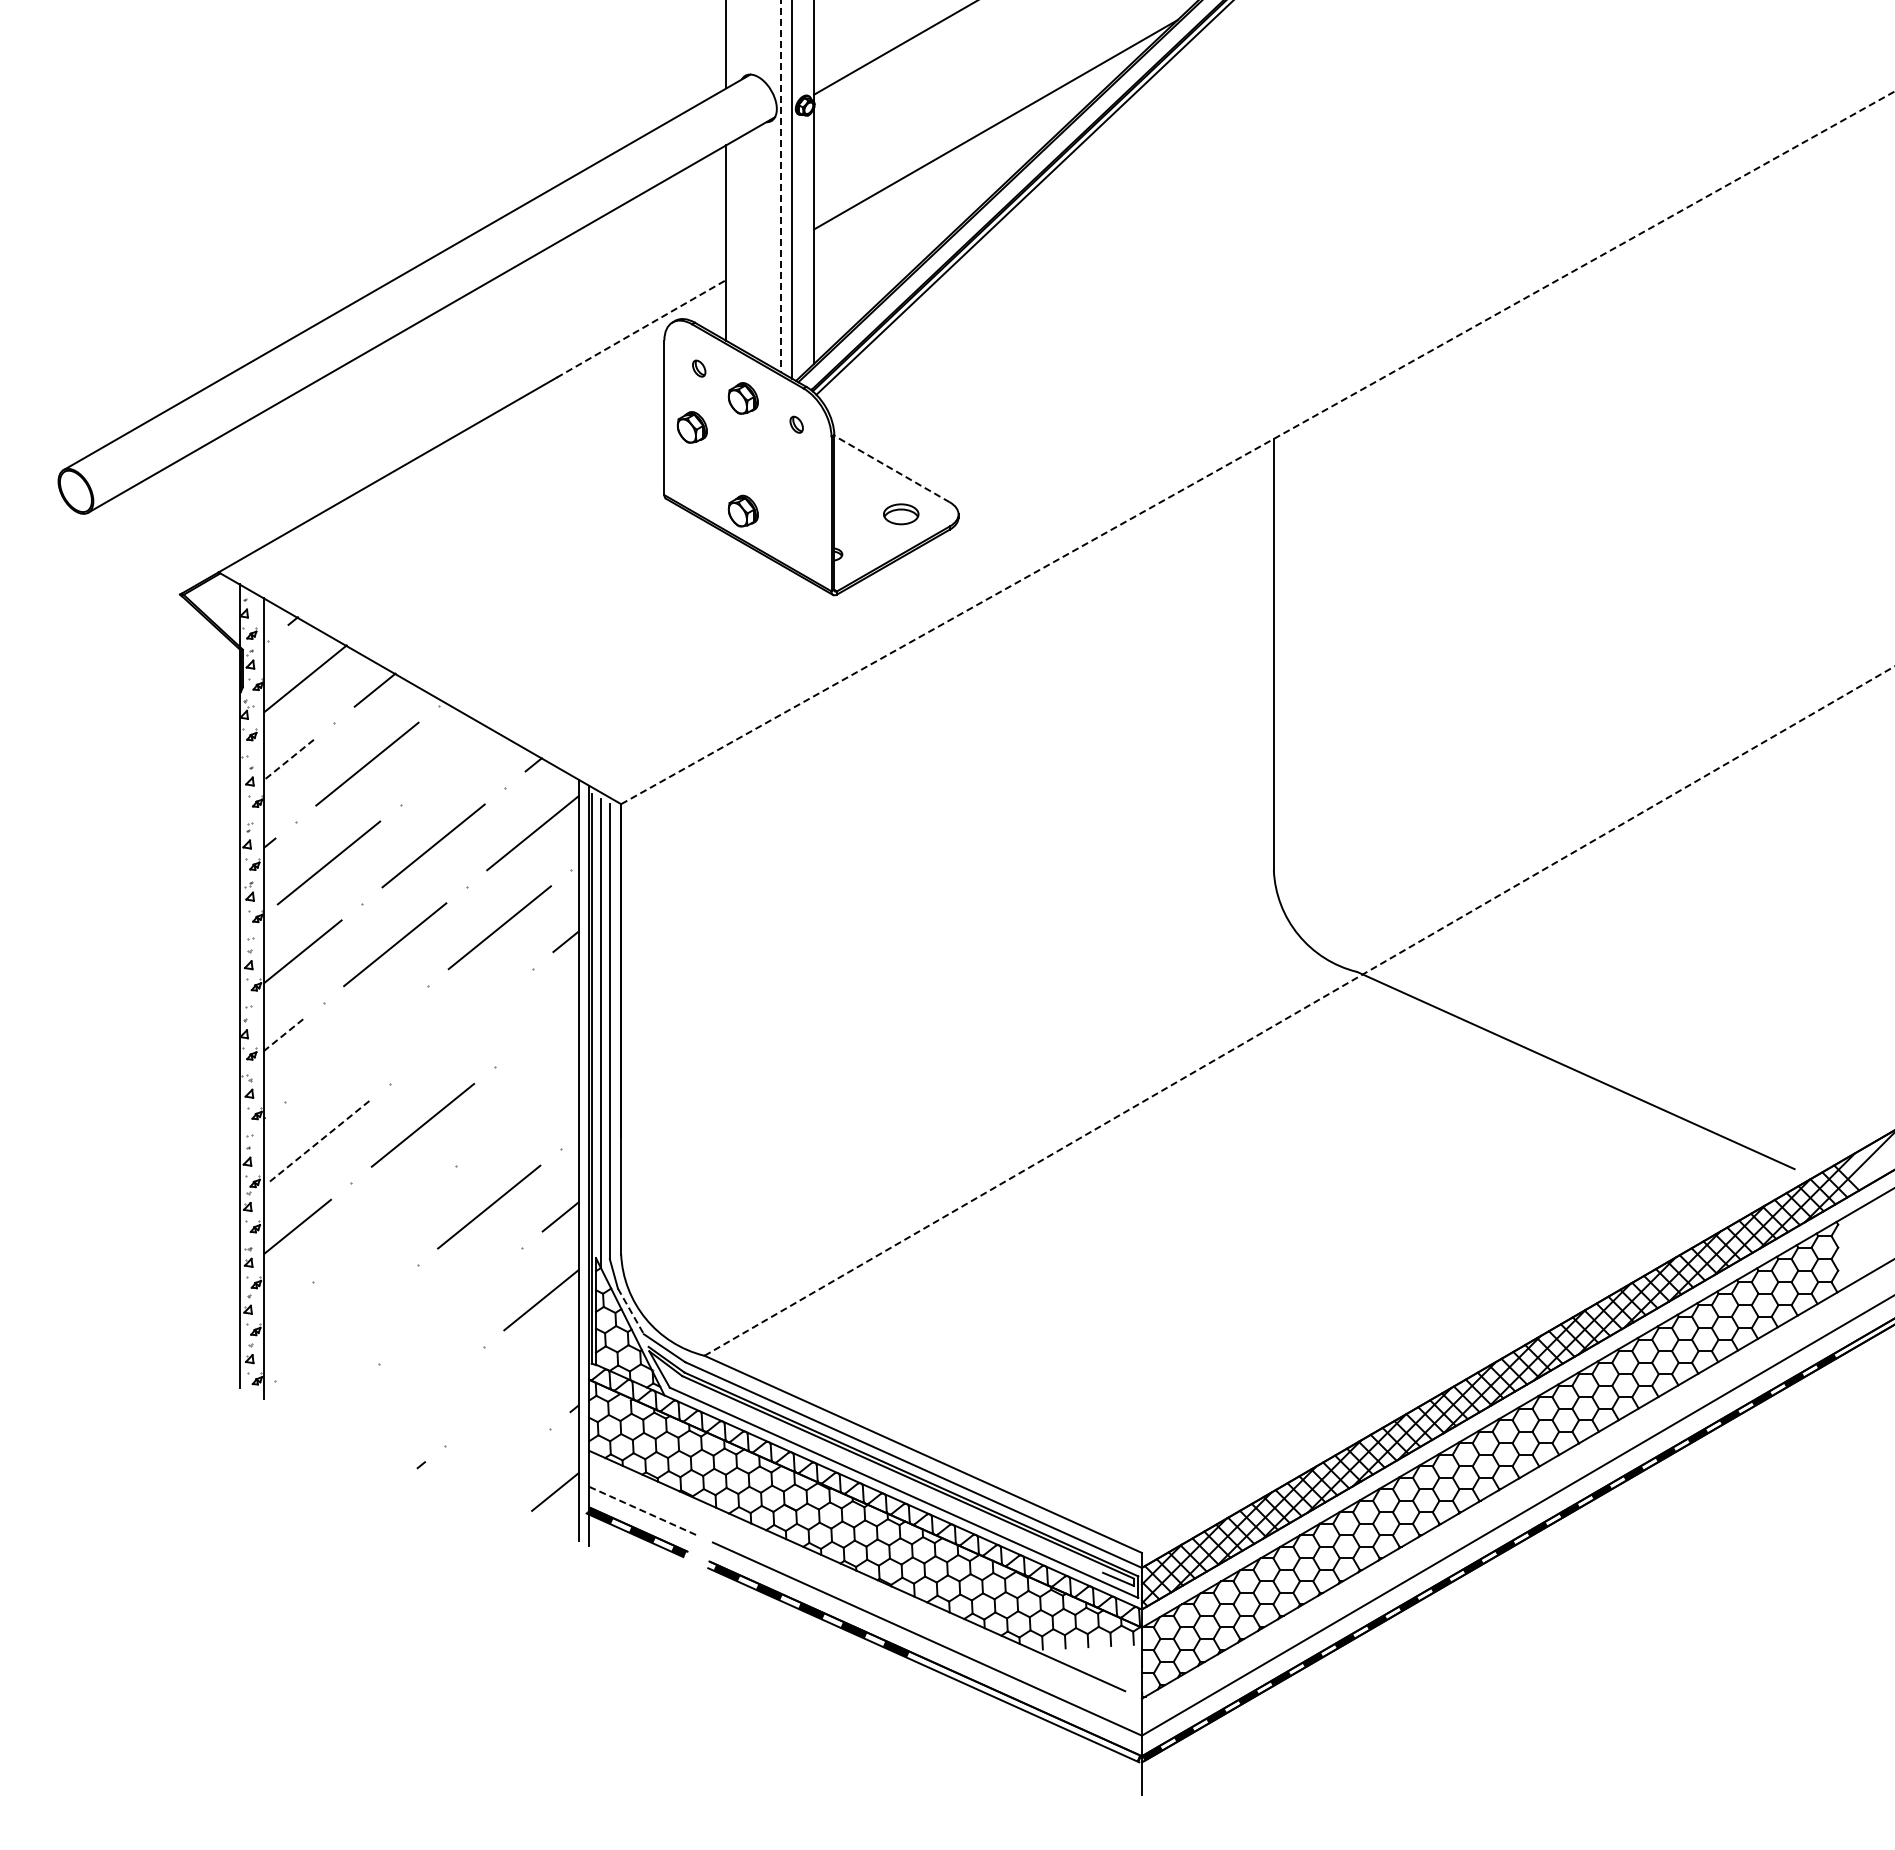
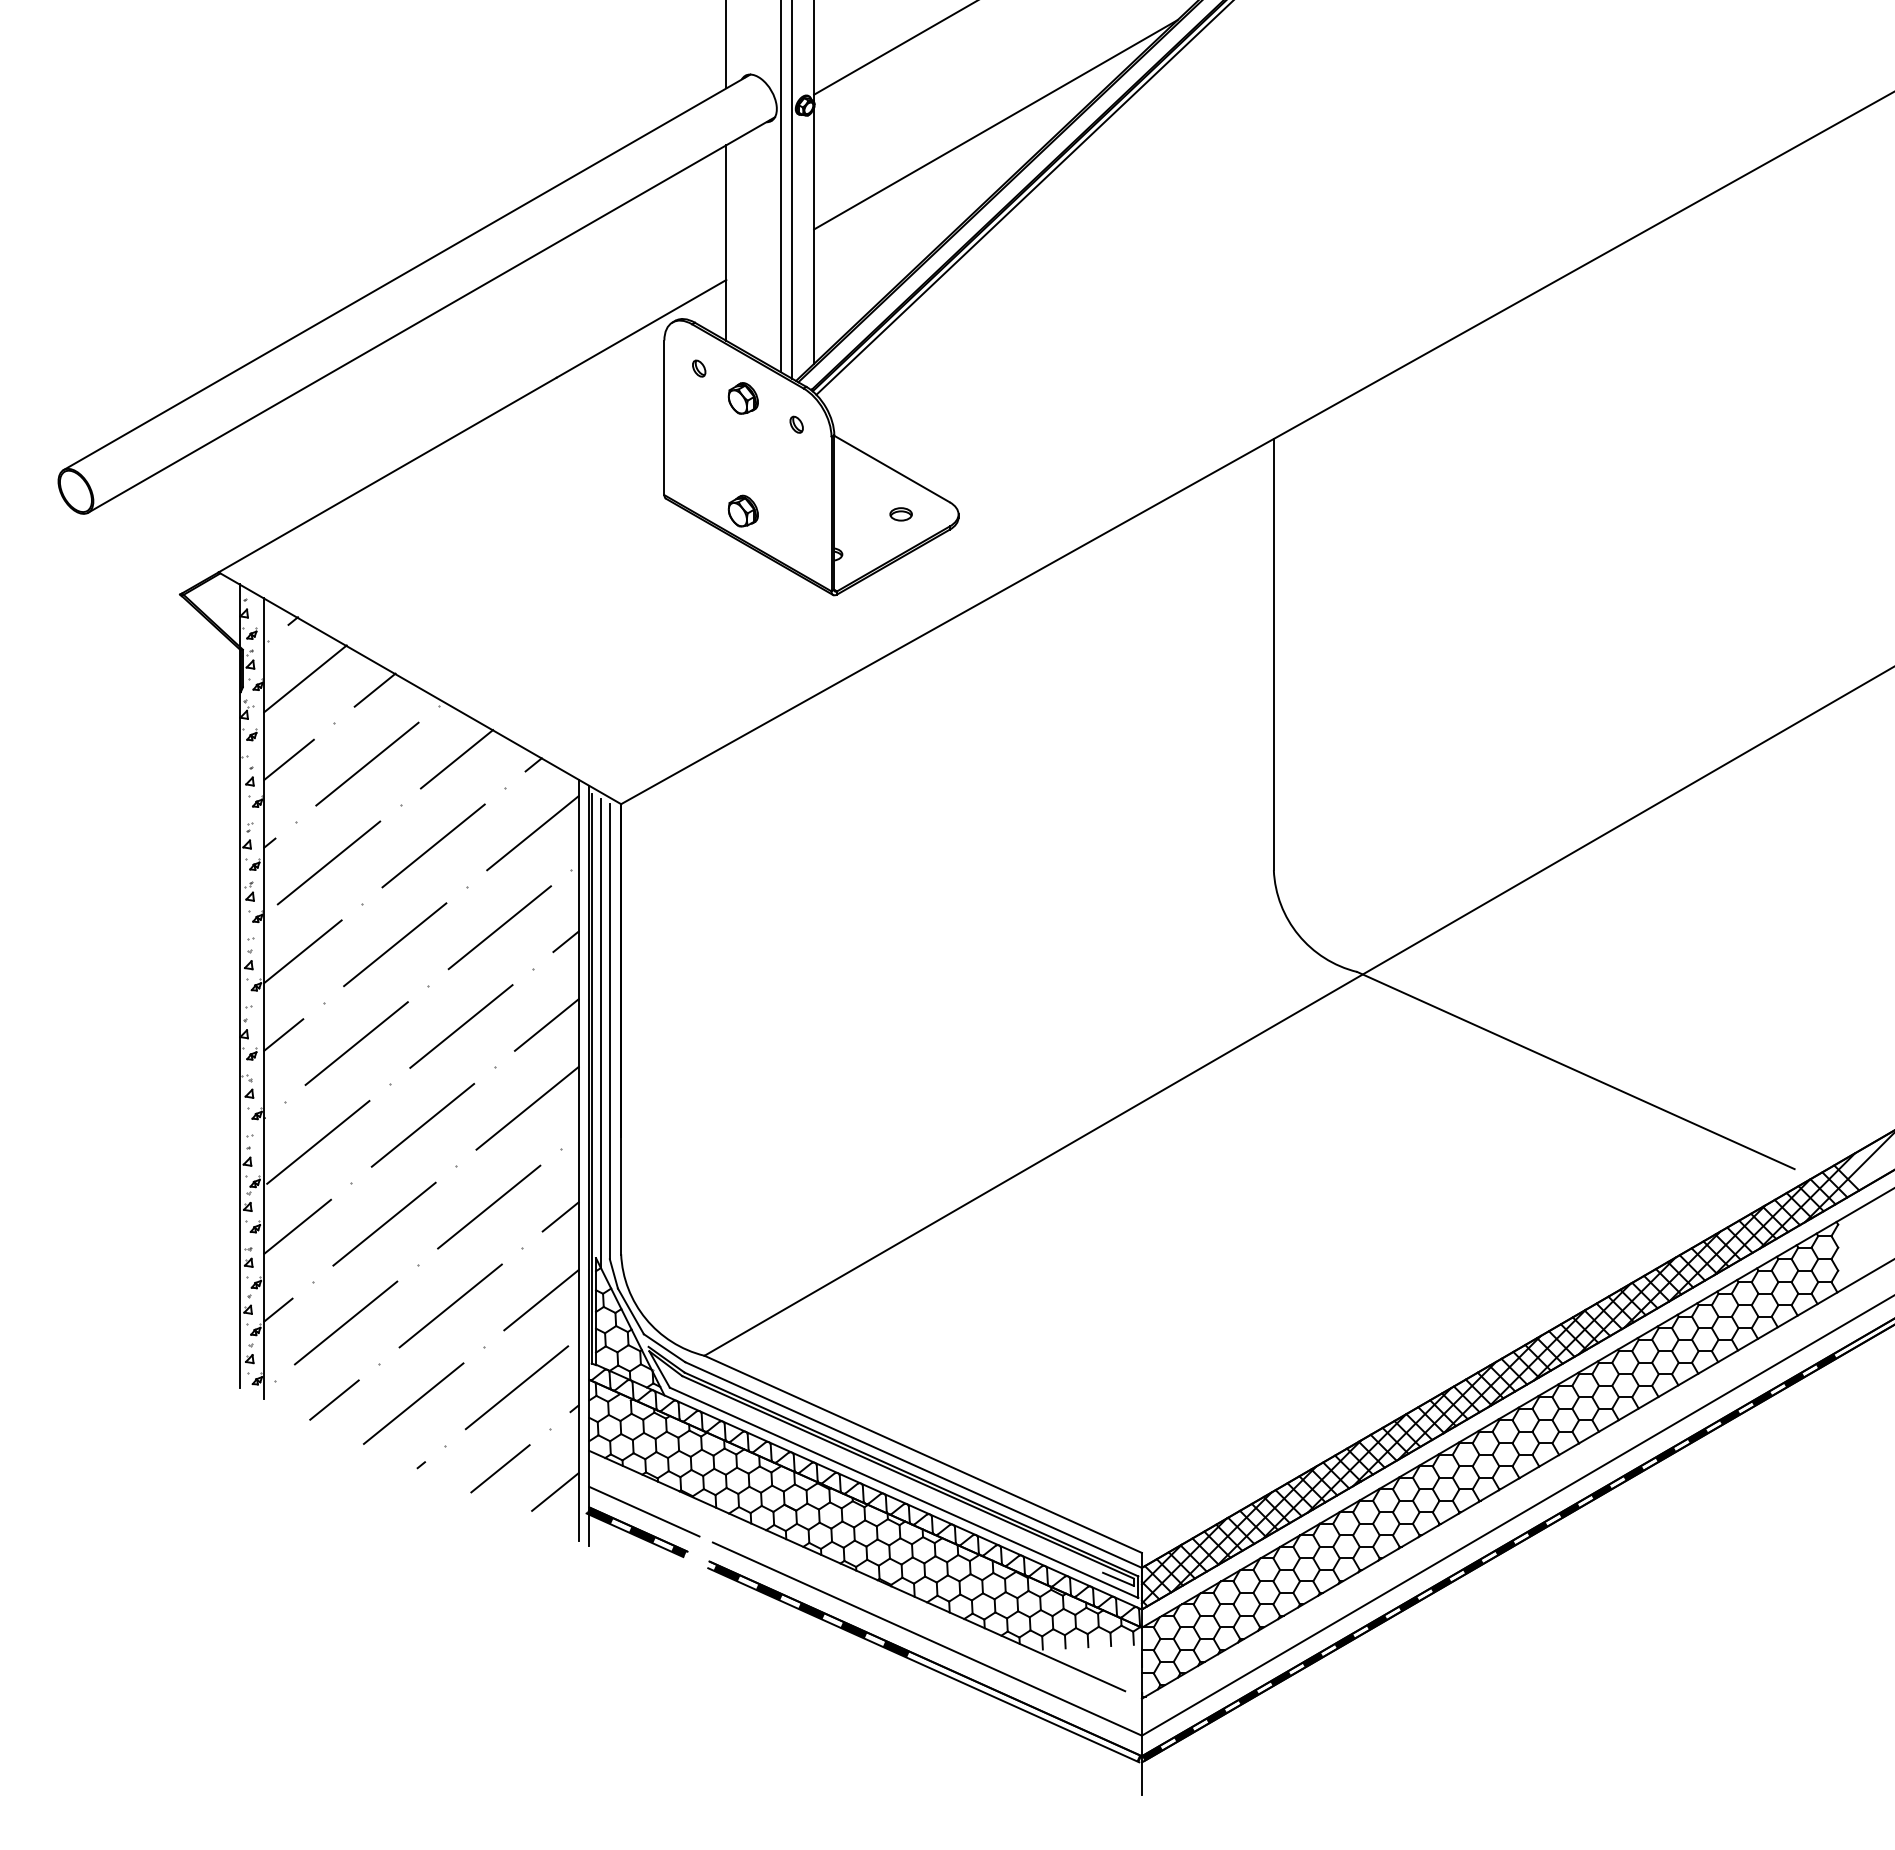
line at (780, 186): dashed -> solid
line at (641, 328): dashed -> solid
part at (691, 427): present -> none
line at (1258, 447): dashed -> solid
line at (892, 469): dashed -> solid
part at (901, 514) size: 37x23 px -> 24x15 px
line at (289, 759): dashed -> solid
line at (456, 759): none -> present
line at (1299, 1011): dashed -> solid
line at (546, 1024): none -> present
line at (461, 1026): none -> present
line at (283, 1035): dashed -> solid
line at (356, 1043): none -> present
line at (527, 1107): none -> present
line at (318, 1142): dashed -> solid
line at (384, 1223): none -> present
line at (450, 1305): none -> present
line at (278, 1309): none -> present
line at (631, 1311): dashed -> solid
line at (346, 1322): none -> present
line at (516, 1387): none -> present
line at (334, 1399): none -> present
line at (413, 1403): none -> present
line at (500, 1468): none -> present
line at (644, 1511): dashed -> solid
